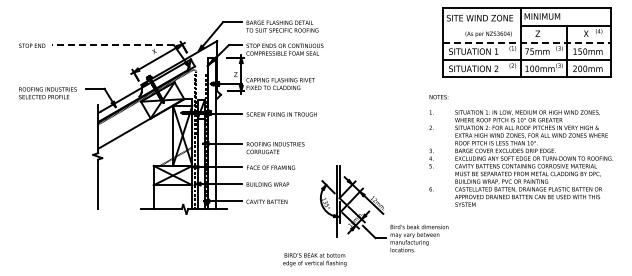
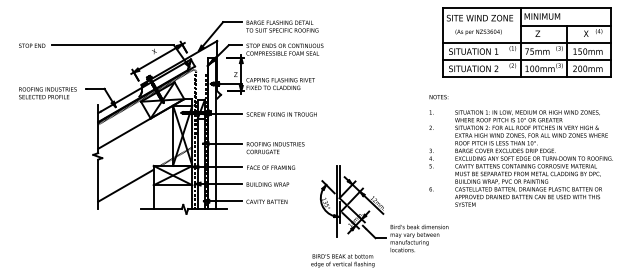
text at (488, 33) position: (488, 33) -> (478, 31)
line at (527, 42): dashed -> solid
line at (113, 45): dashed -> solid
line at (125, 185): none -> present
text at (314, 259) position: (314, 259) -> (342, 260)
